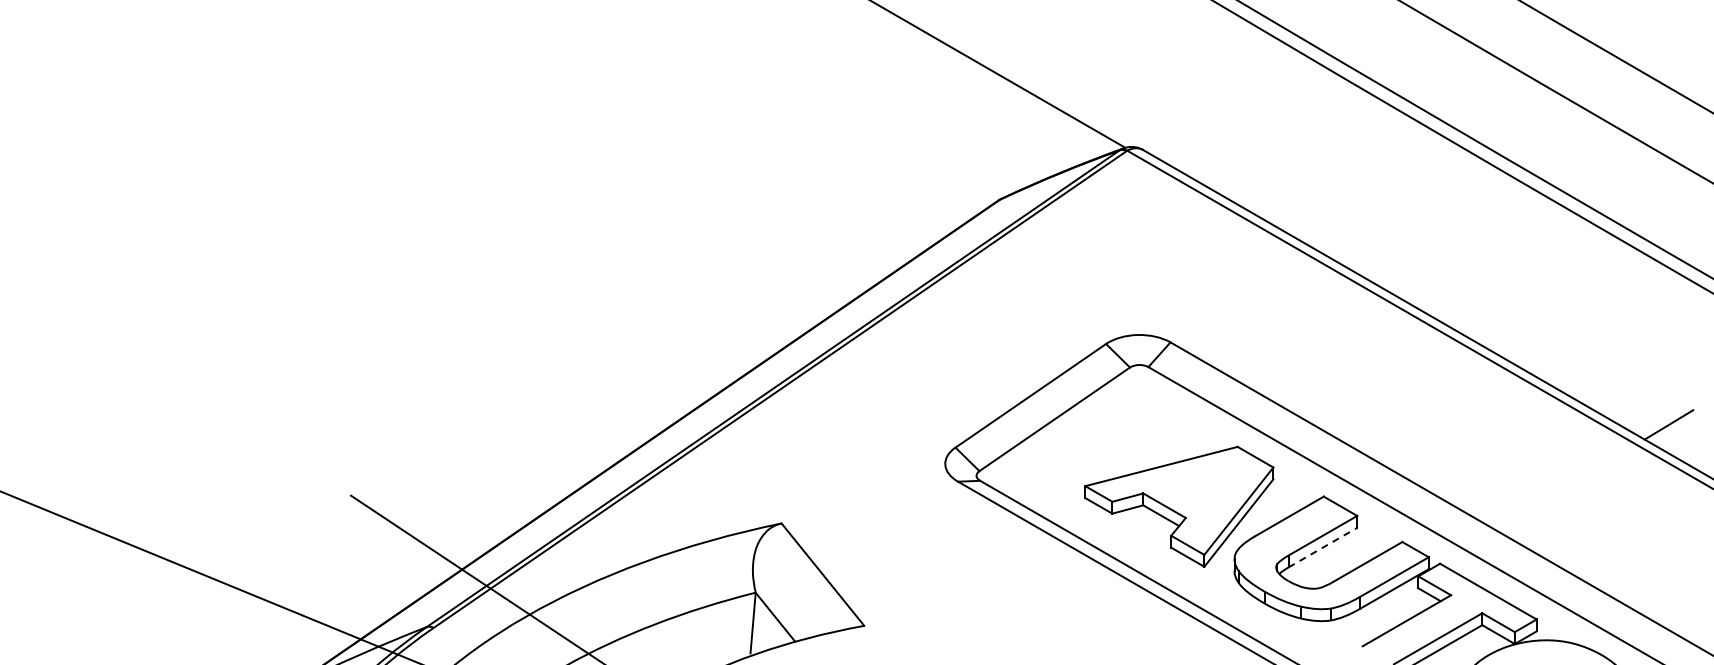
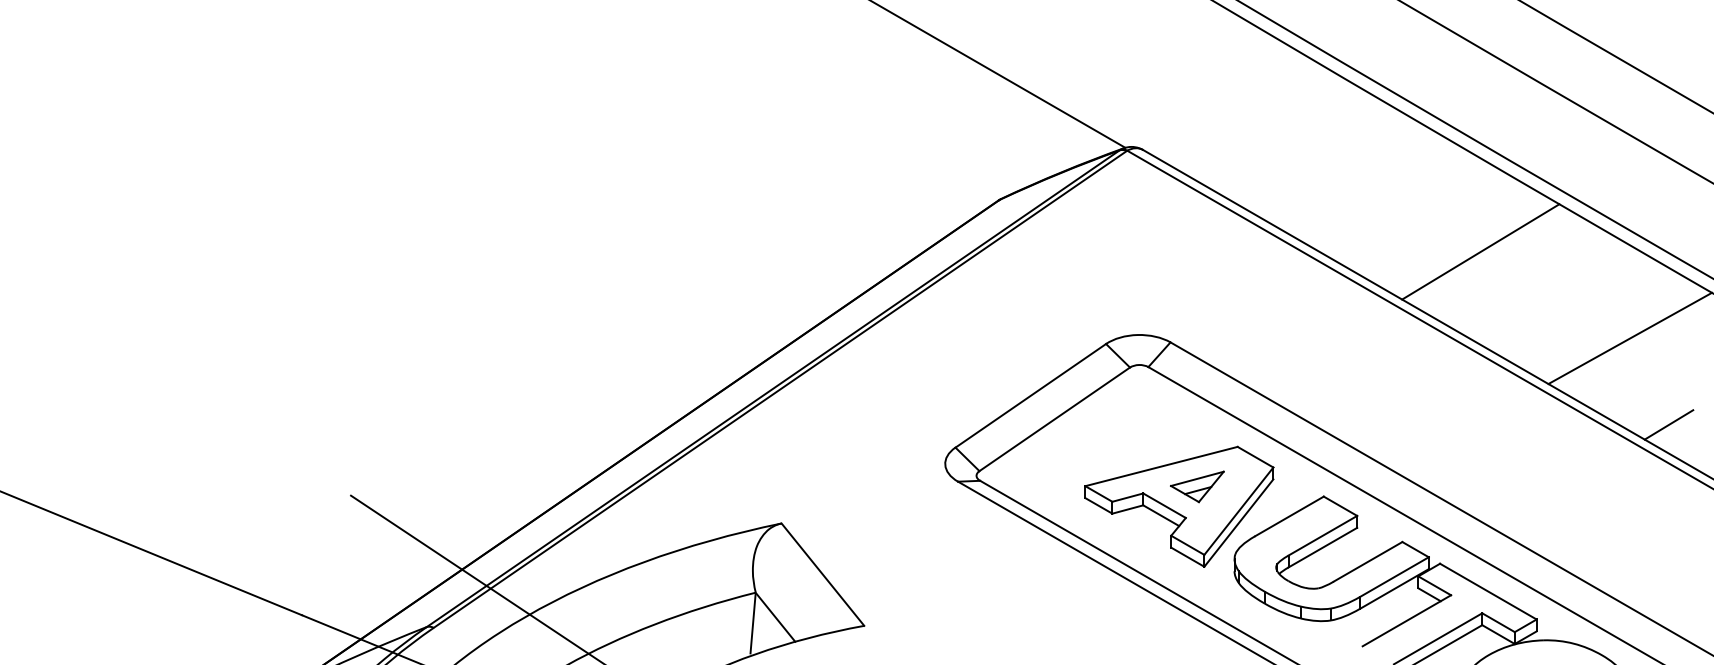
line at (1480, 251): none -> present
line at (1629, 338): none -> present
part at (1197, 486): none -> present
line at (1322, 547): dashed -> solid
